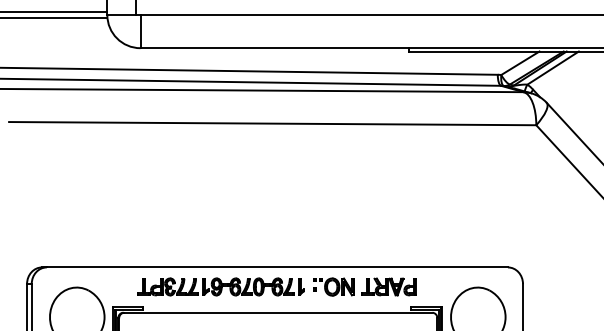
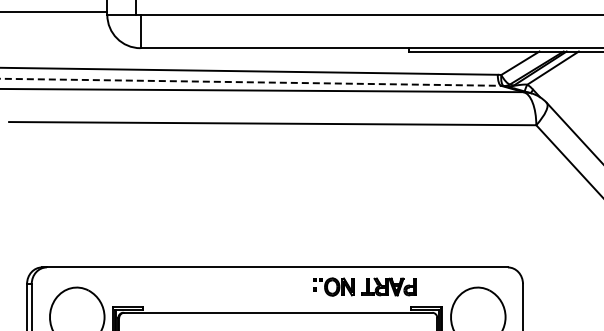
line at (54, 17): present -> none
line at (251, 82): solid -> dashed
part at (220, 286): present -> none
